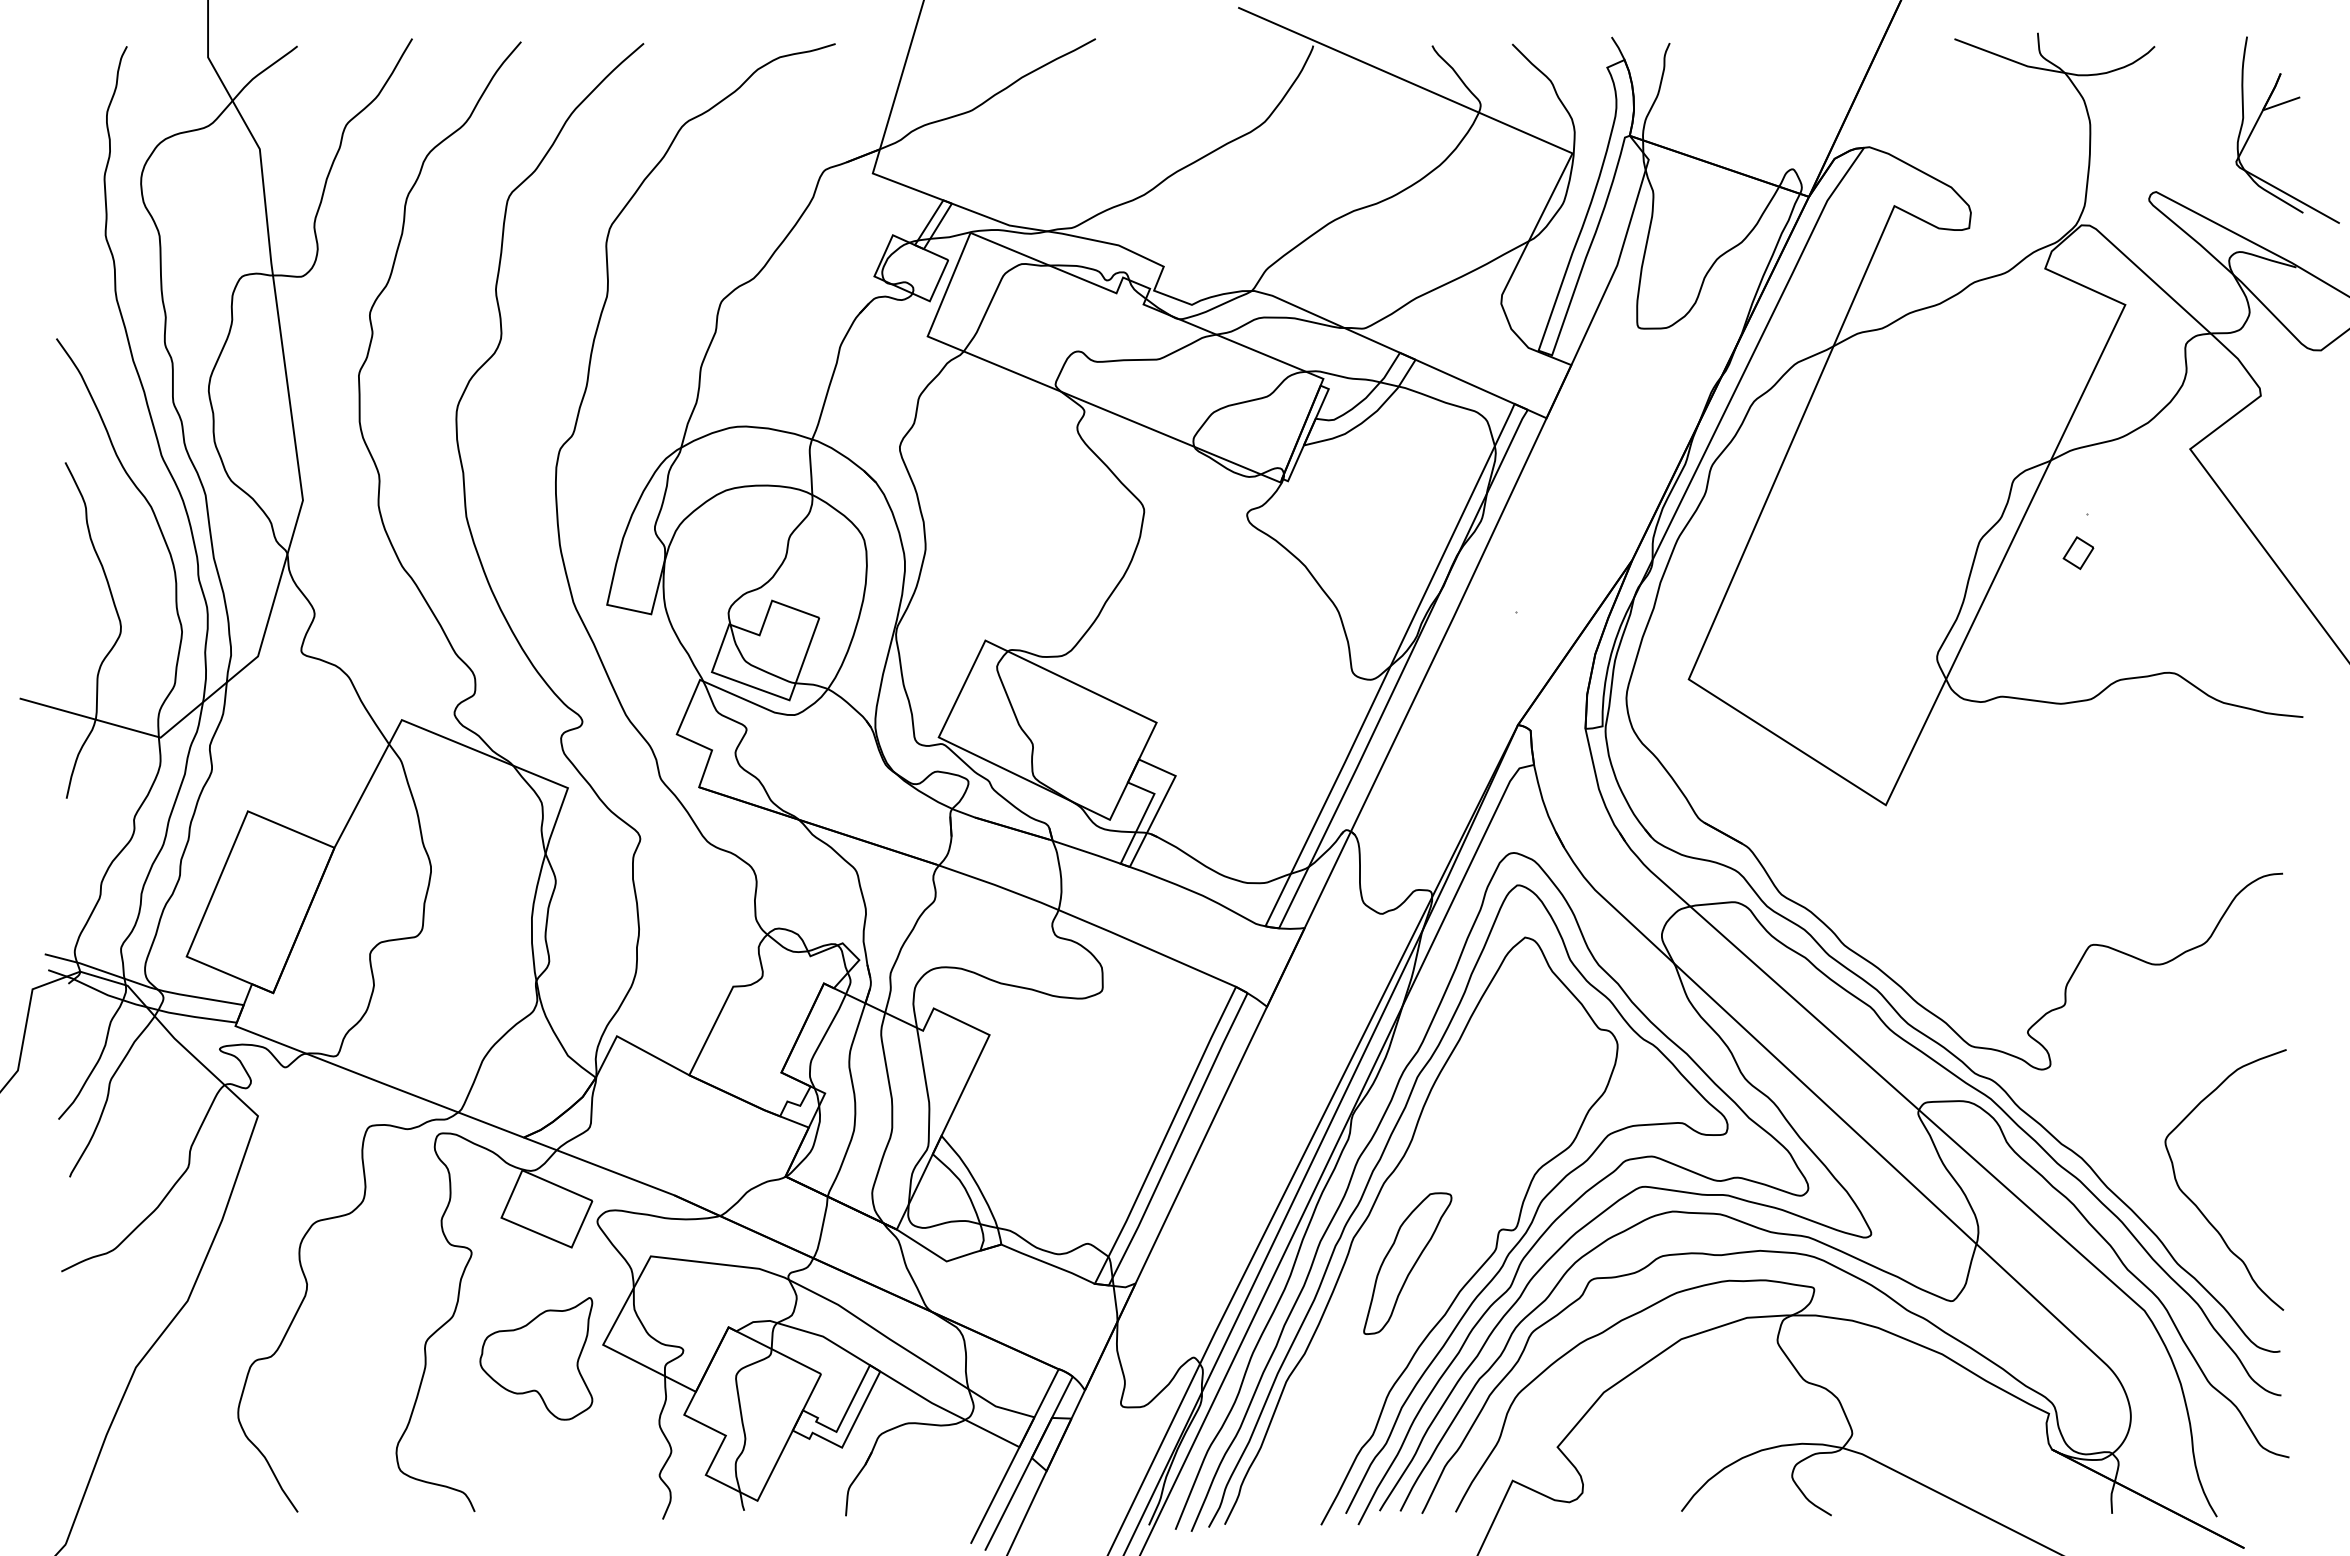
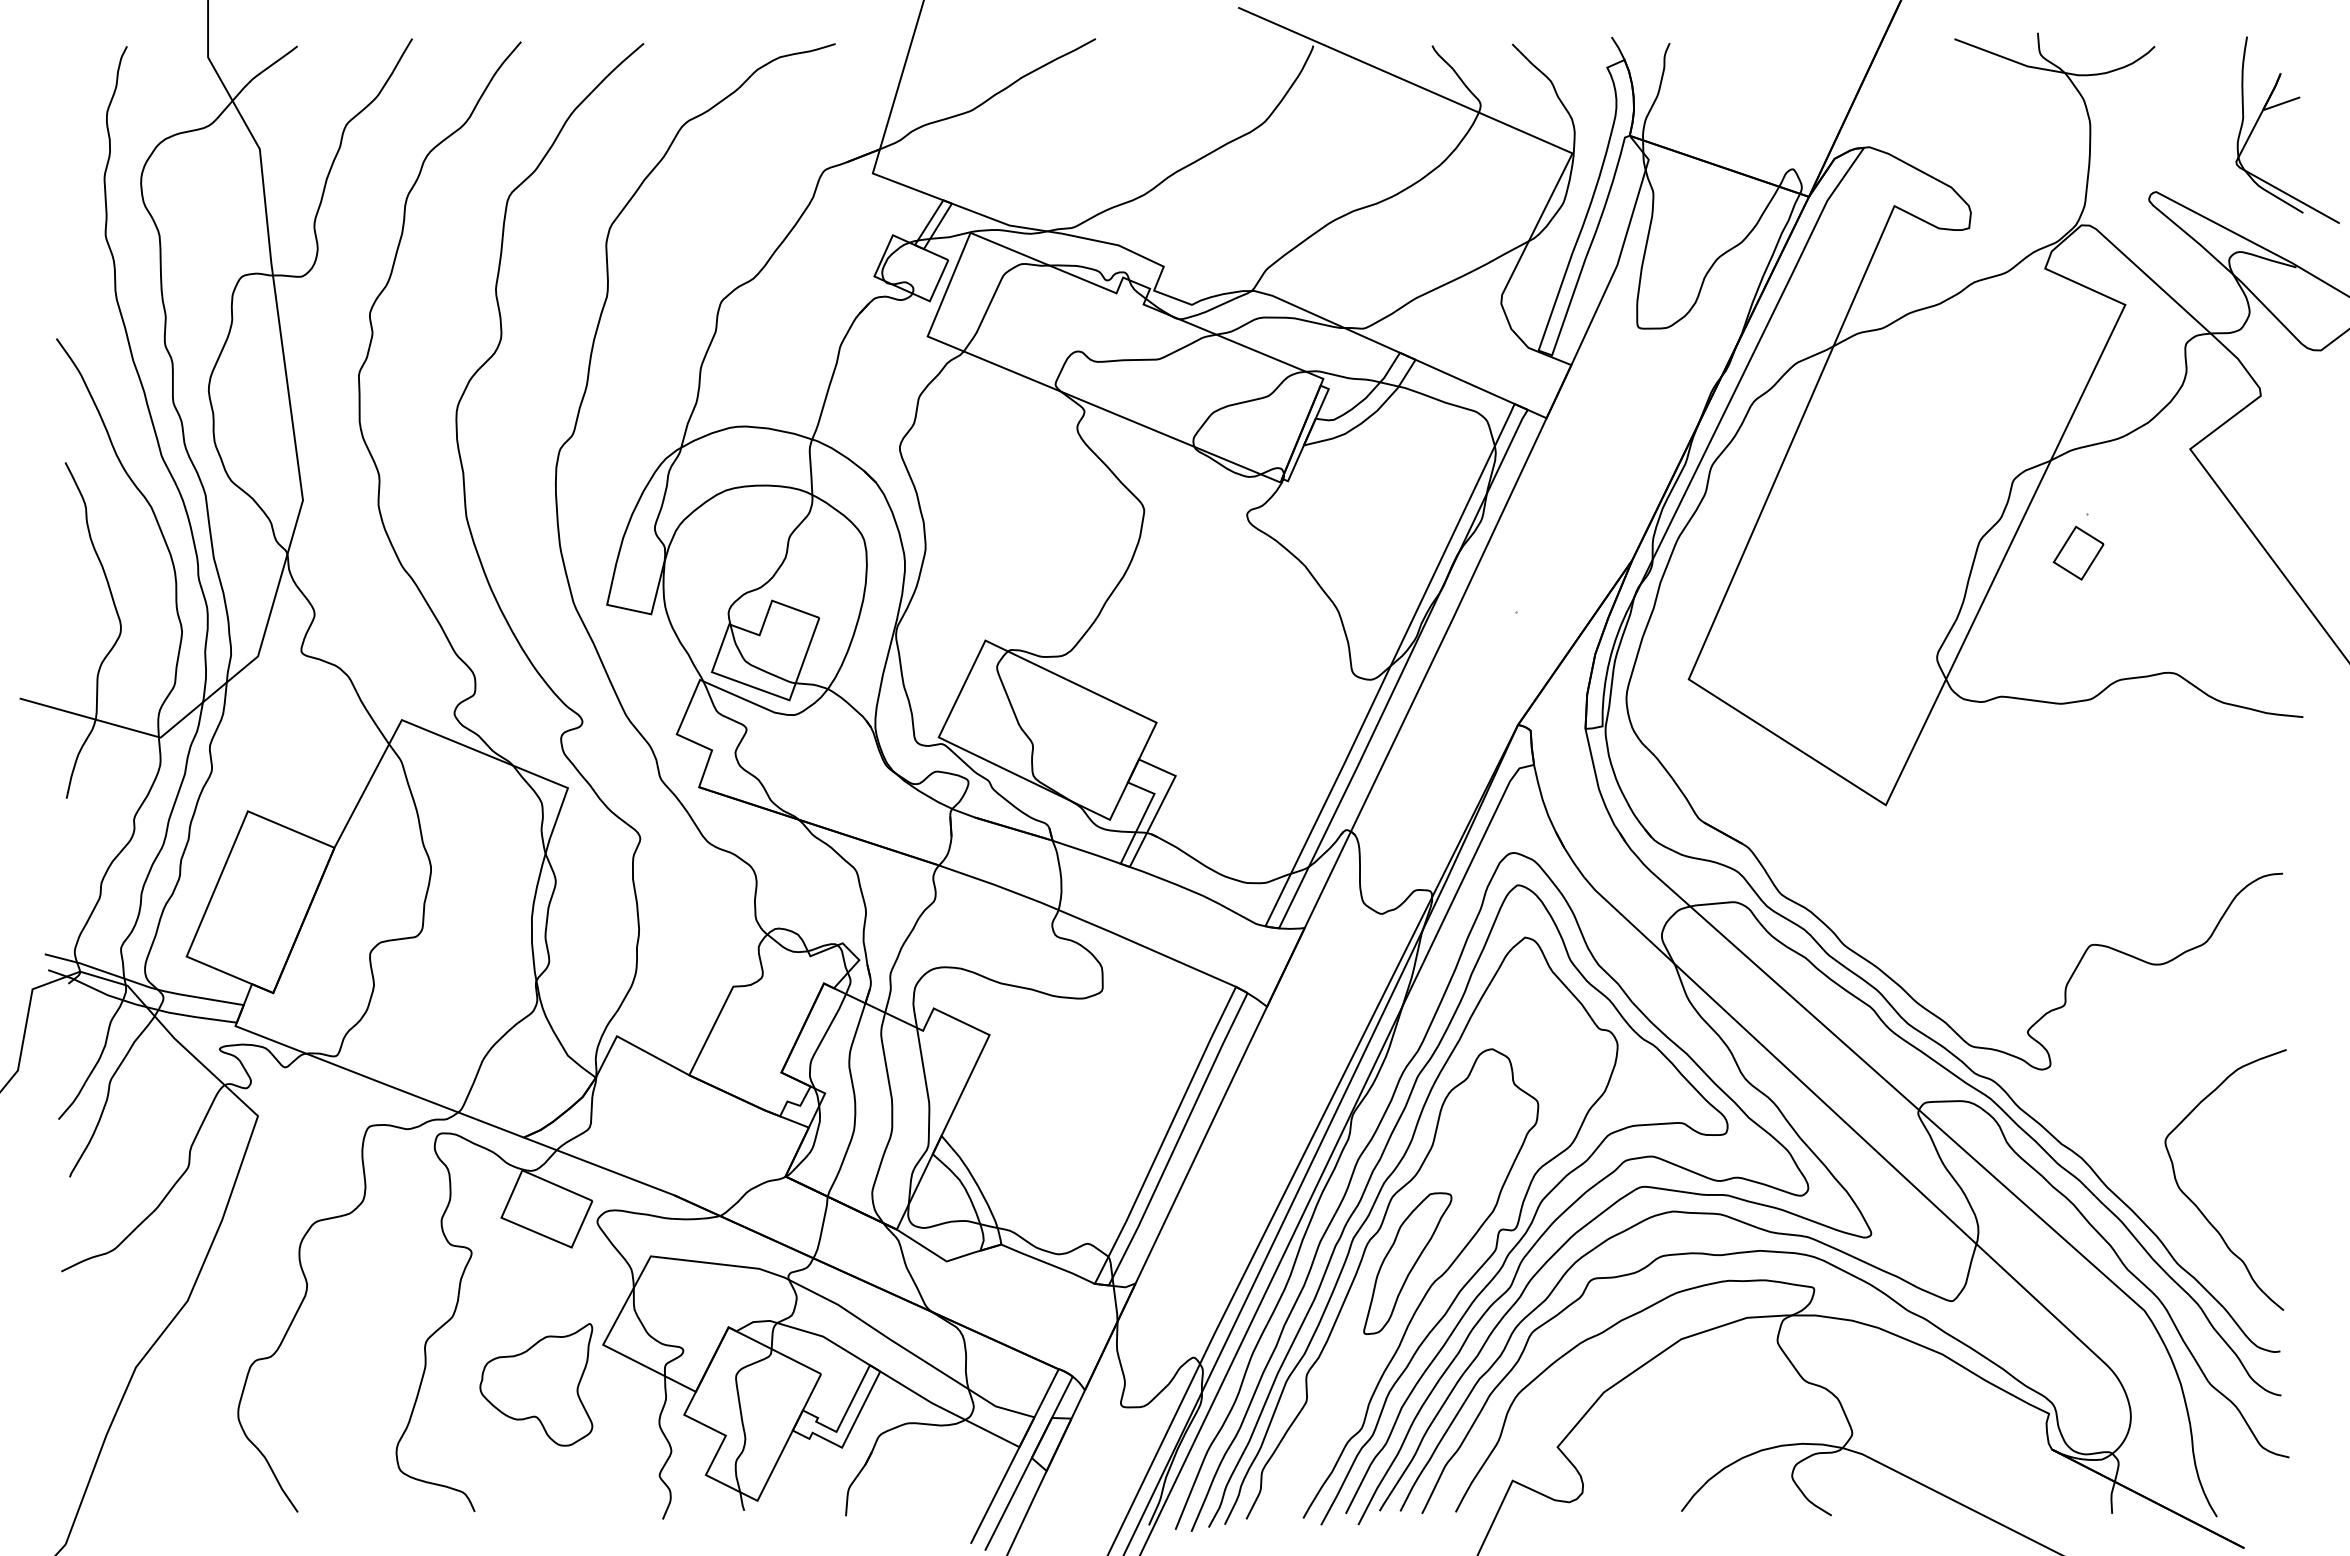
part at (2078, 552) size: 33x34 px -> 53x56 px
curve at (1422, 1297): none -> present
part at (536, 1358) position: (536, 1358) -> (536, 1384)
